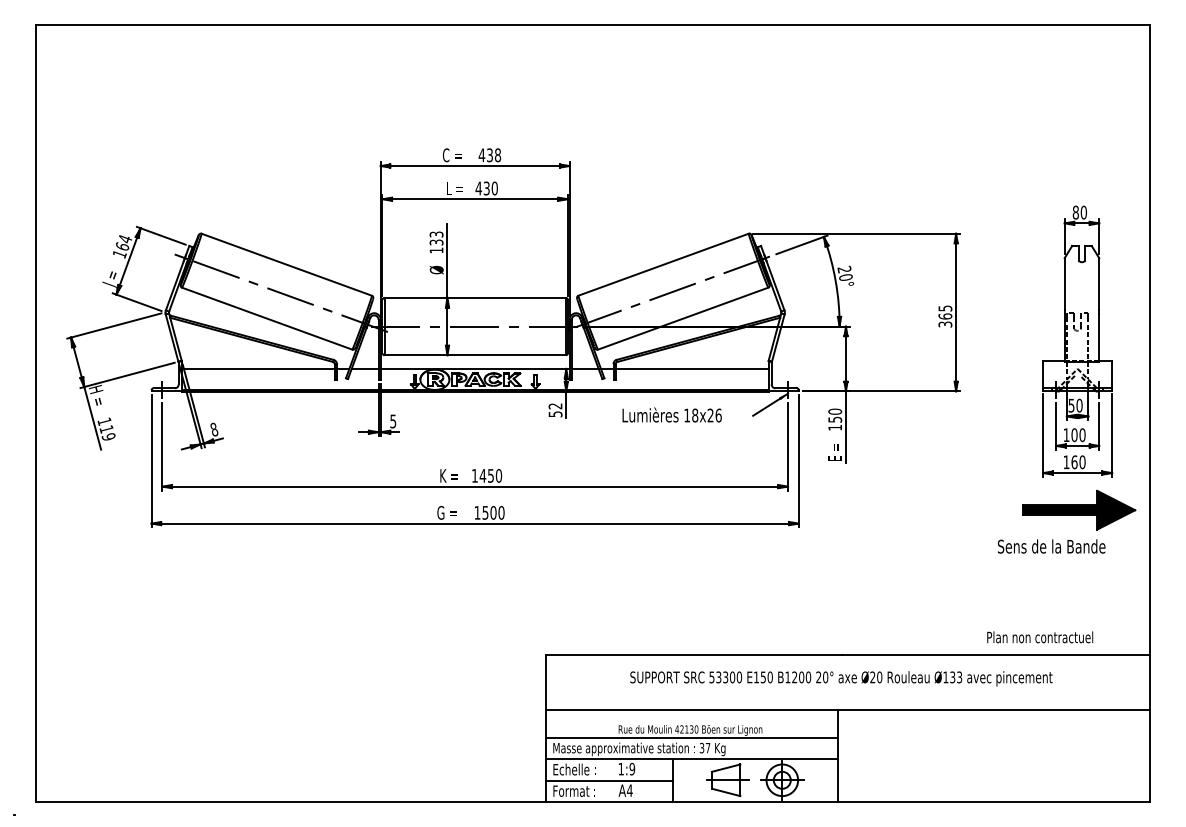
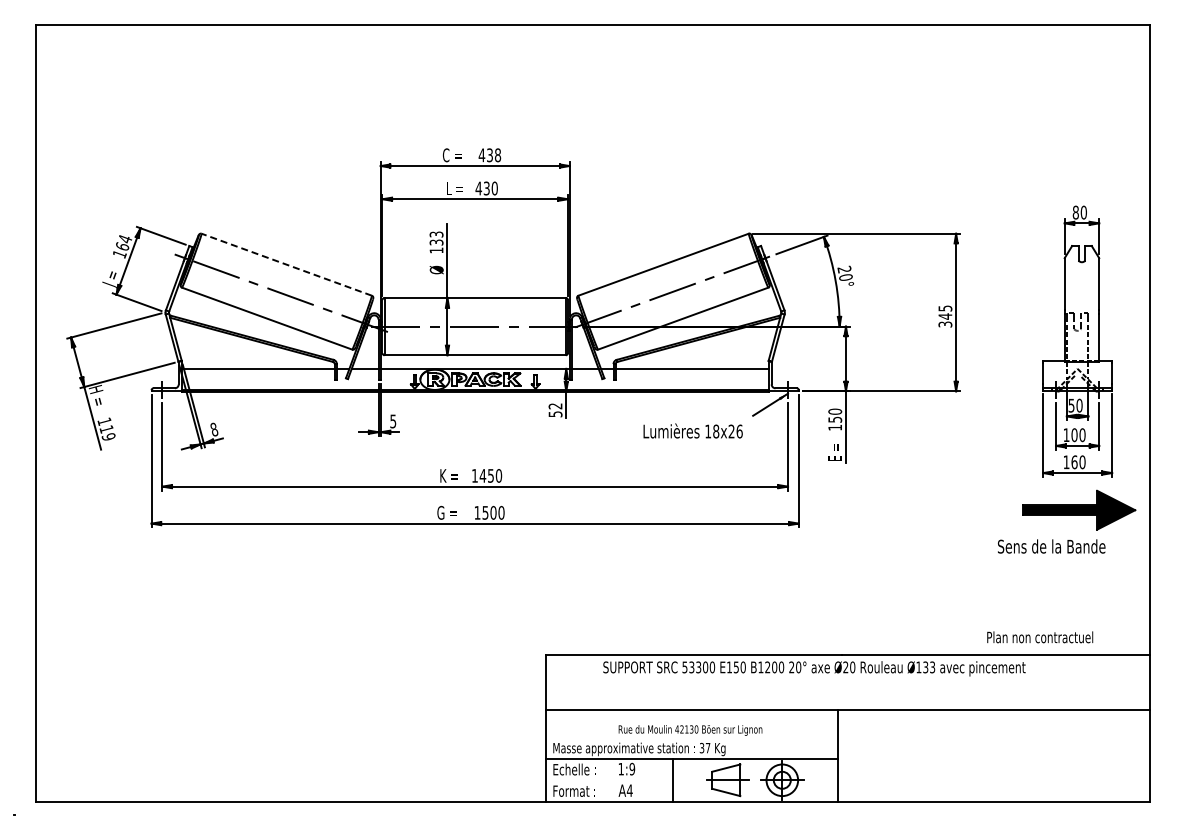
line at (286, 264): solid -> dashed
text at (945, 316): 365 -> 345
text at (671, 414) position: (671, 414) -> (692, 430)
text at (841, 678) position: (841, 678) -> (814, 668)
line at (692, 738): present -> none
line at (609, 780): present -> none
